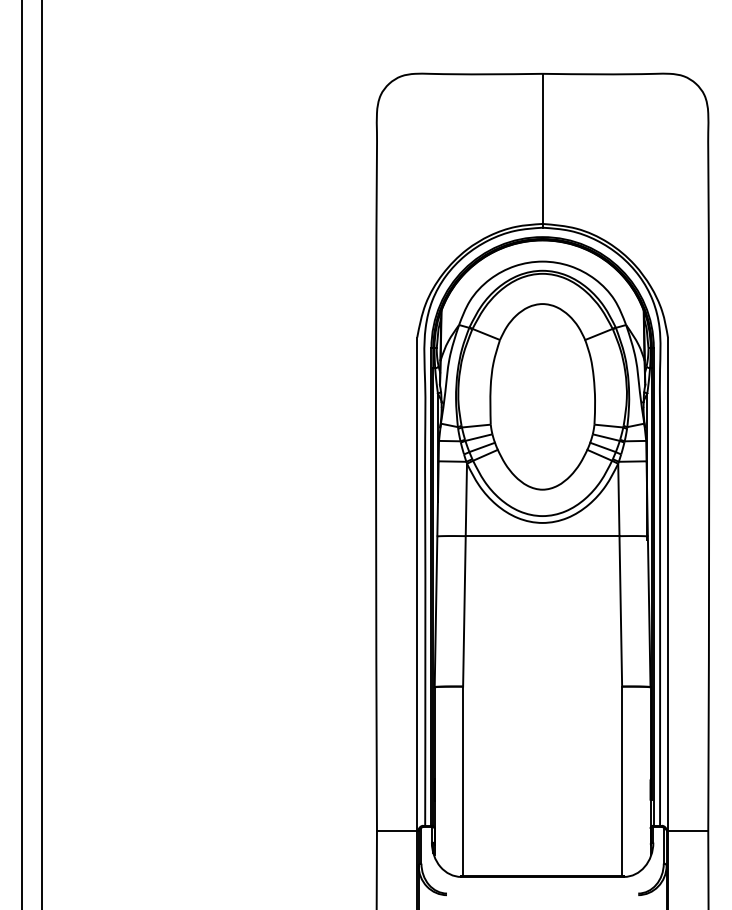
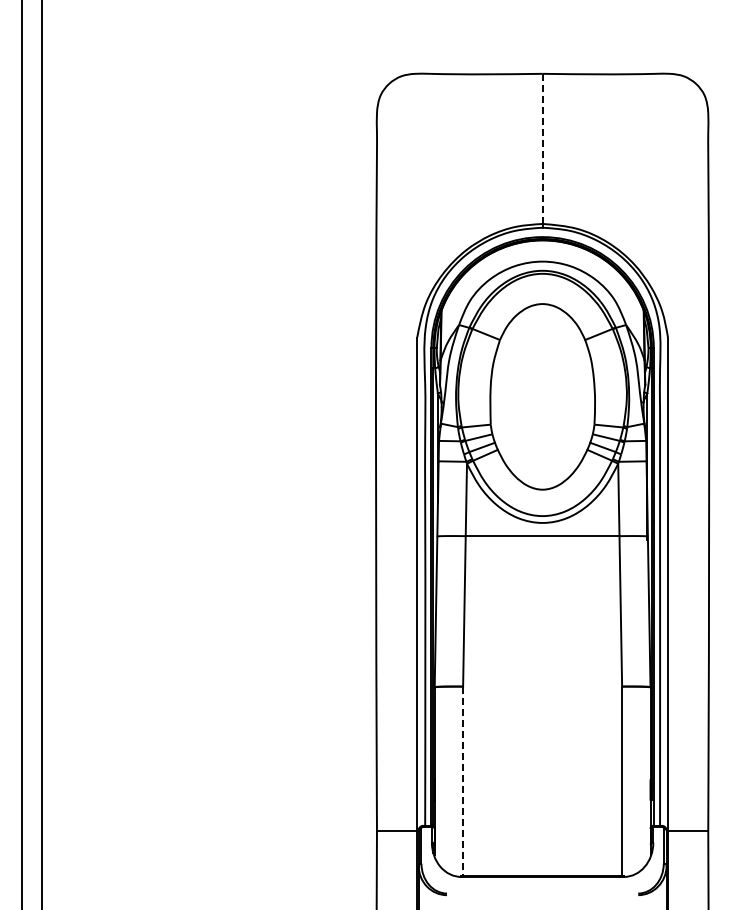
line at (542, 149): solid -> dashed
line at (463, 781): solid -> dashed
